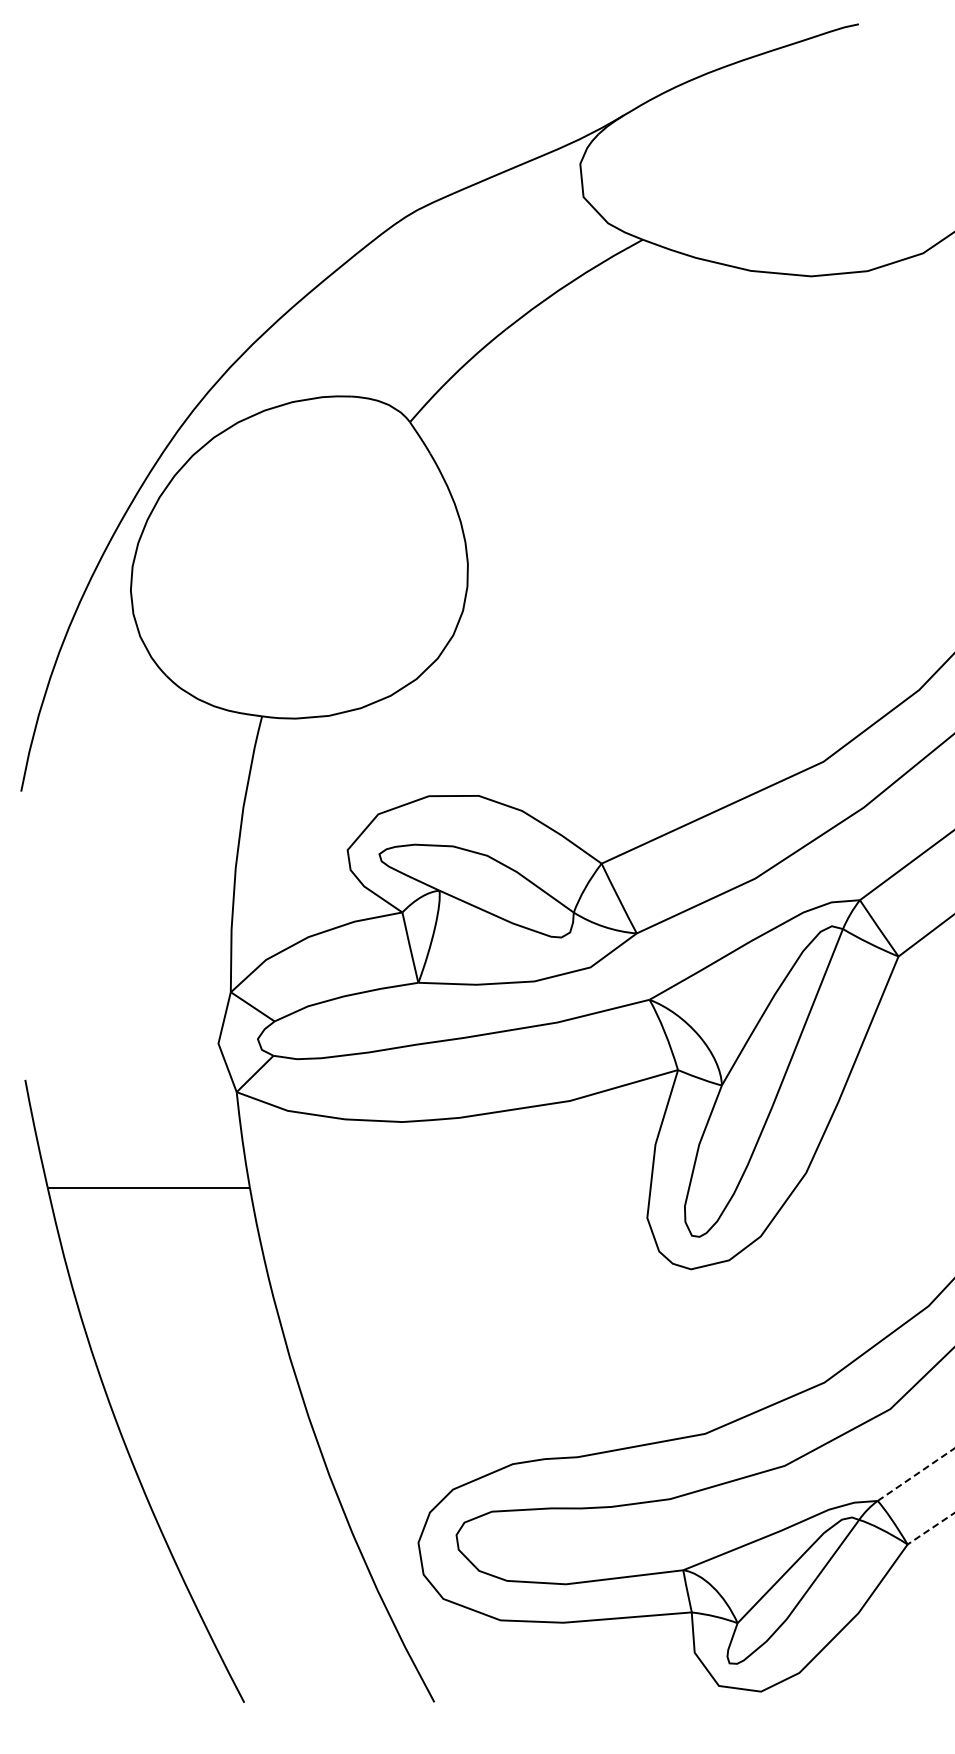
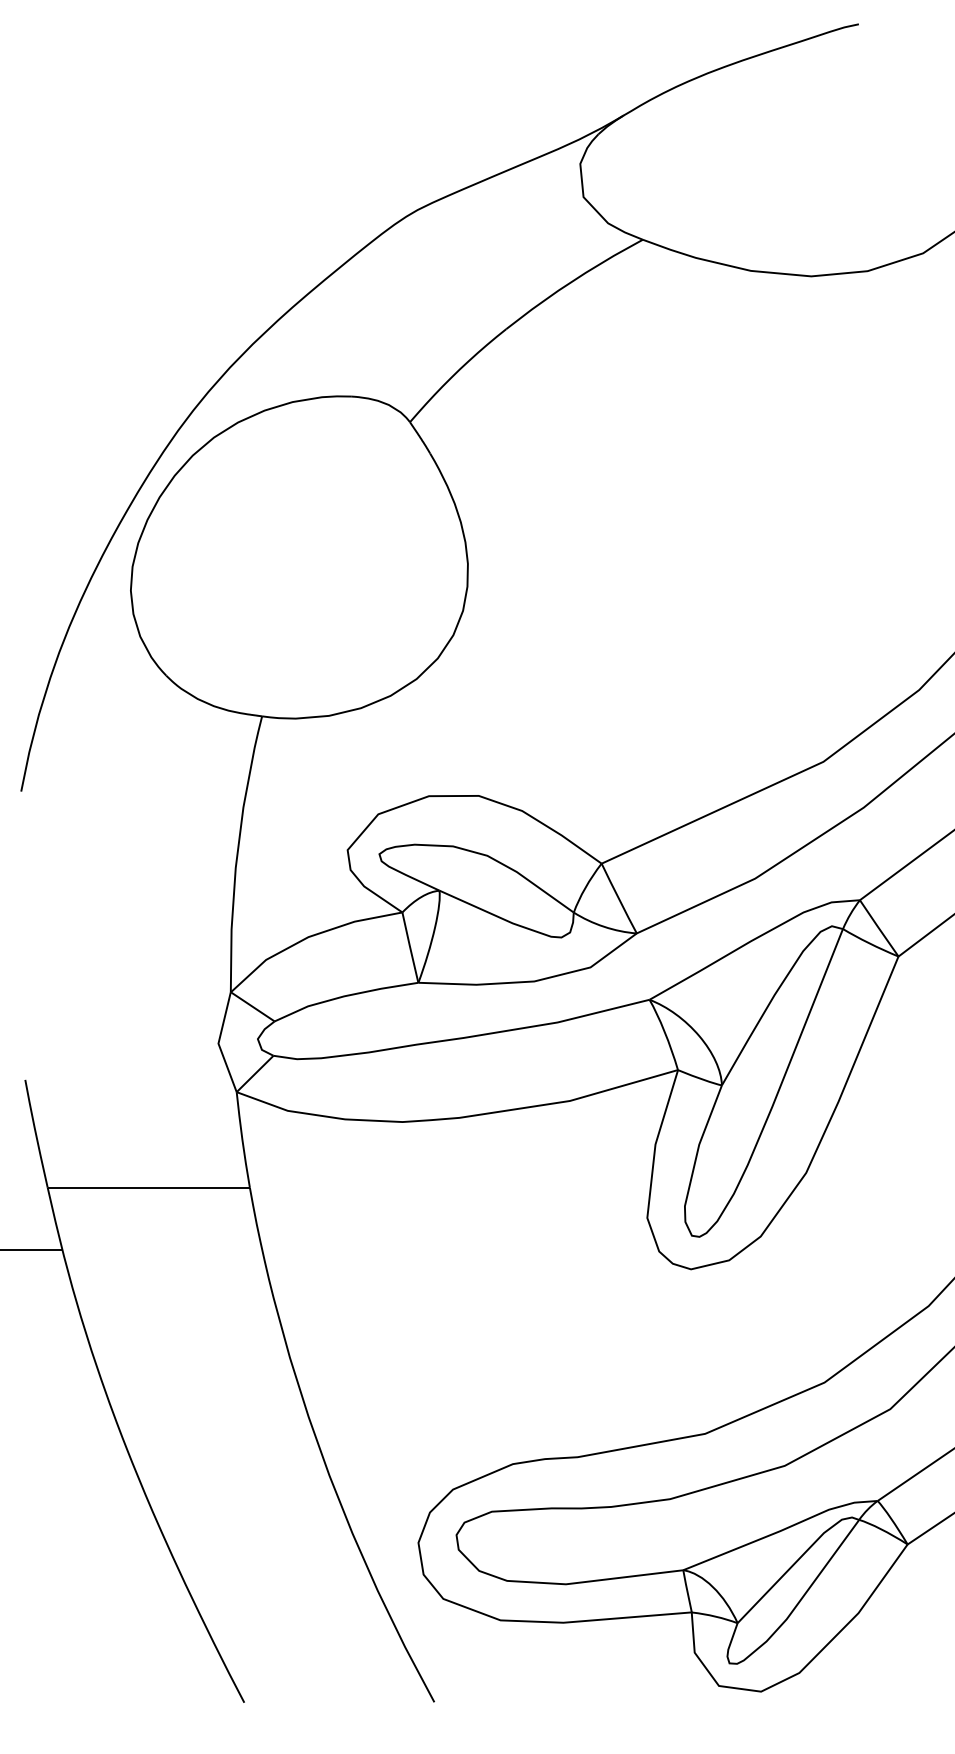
line at (32, 1249): none -> present
line at (916, 1474): dashed -> solid
line at (930, 1529): dashed -> solid
